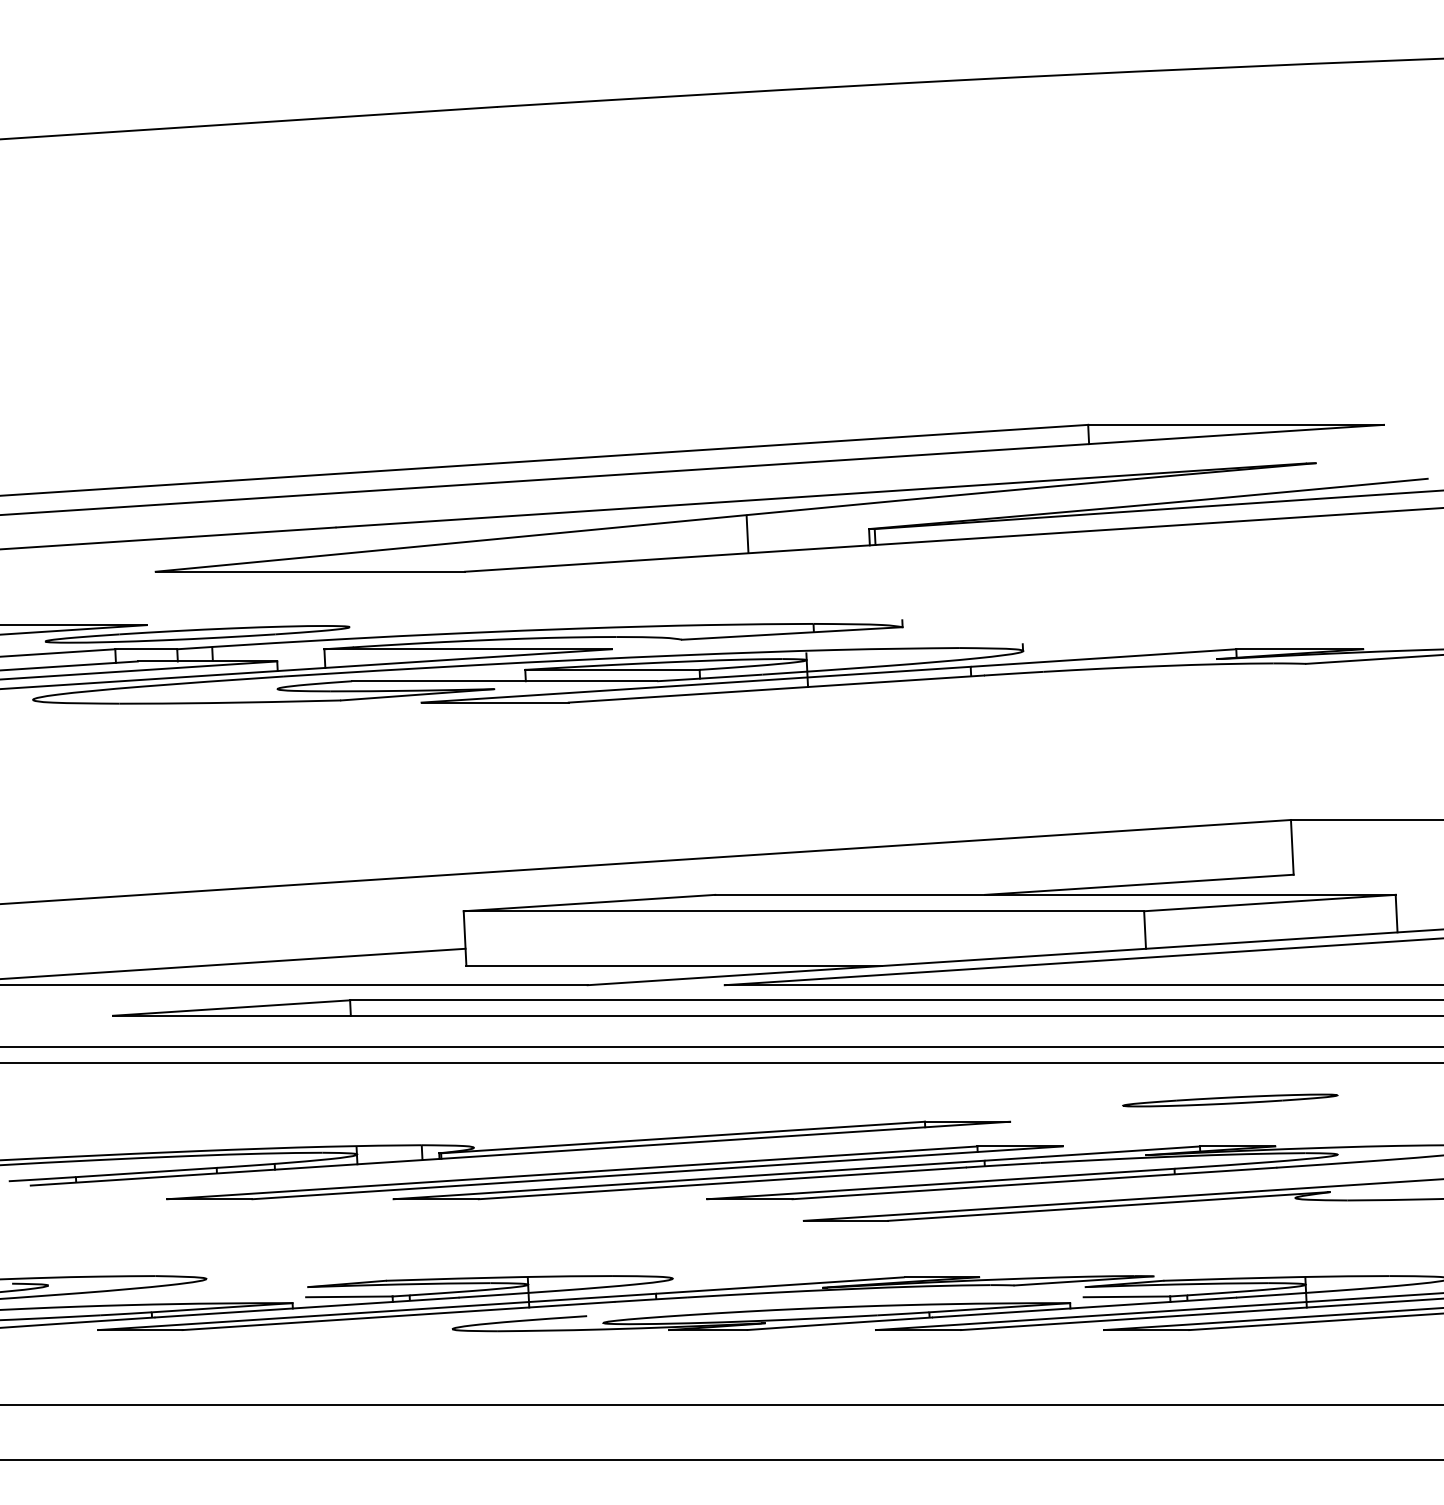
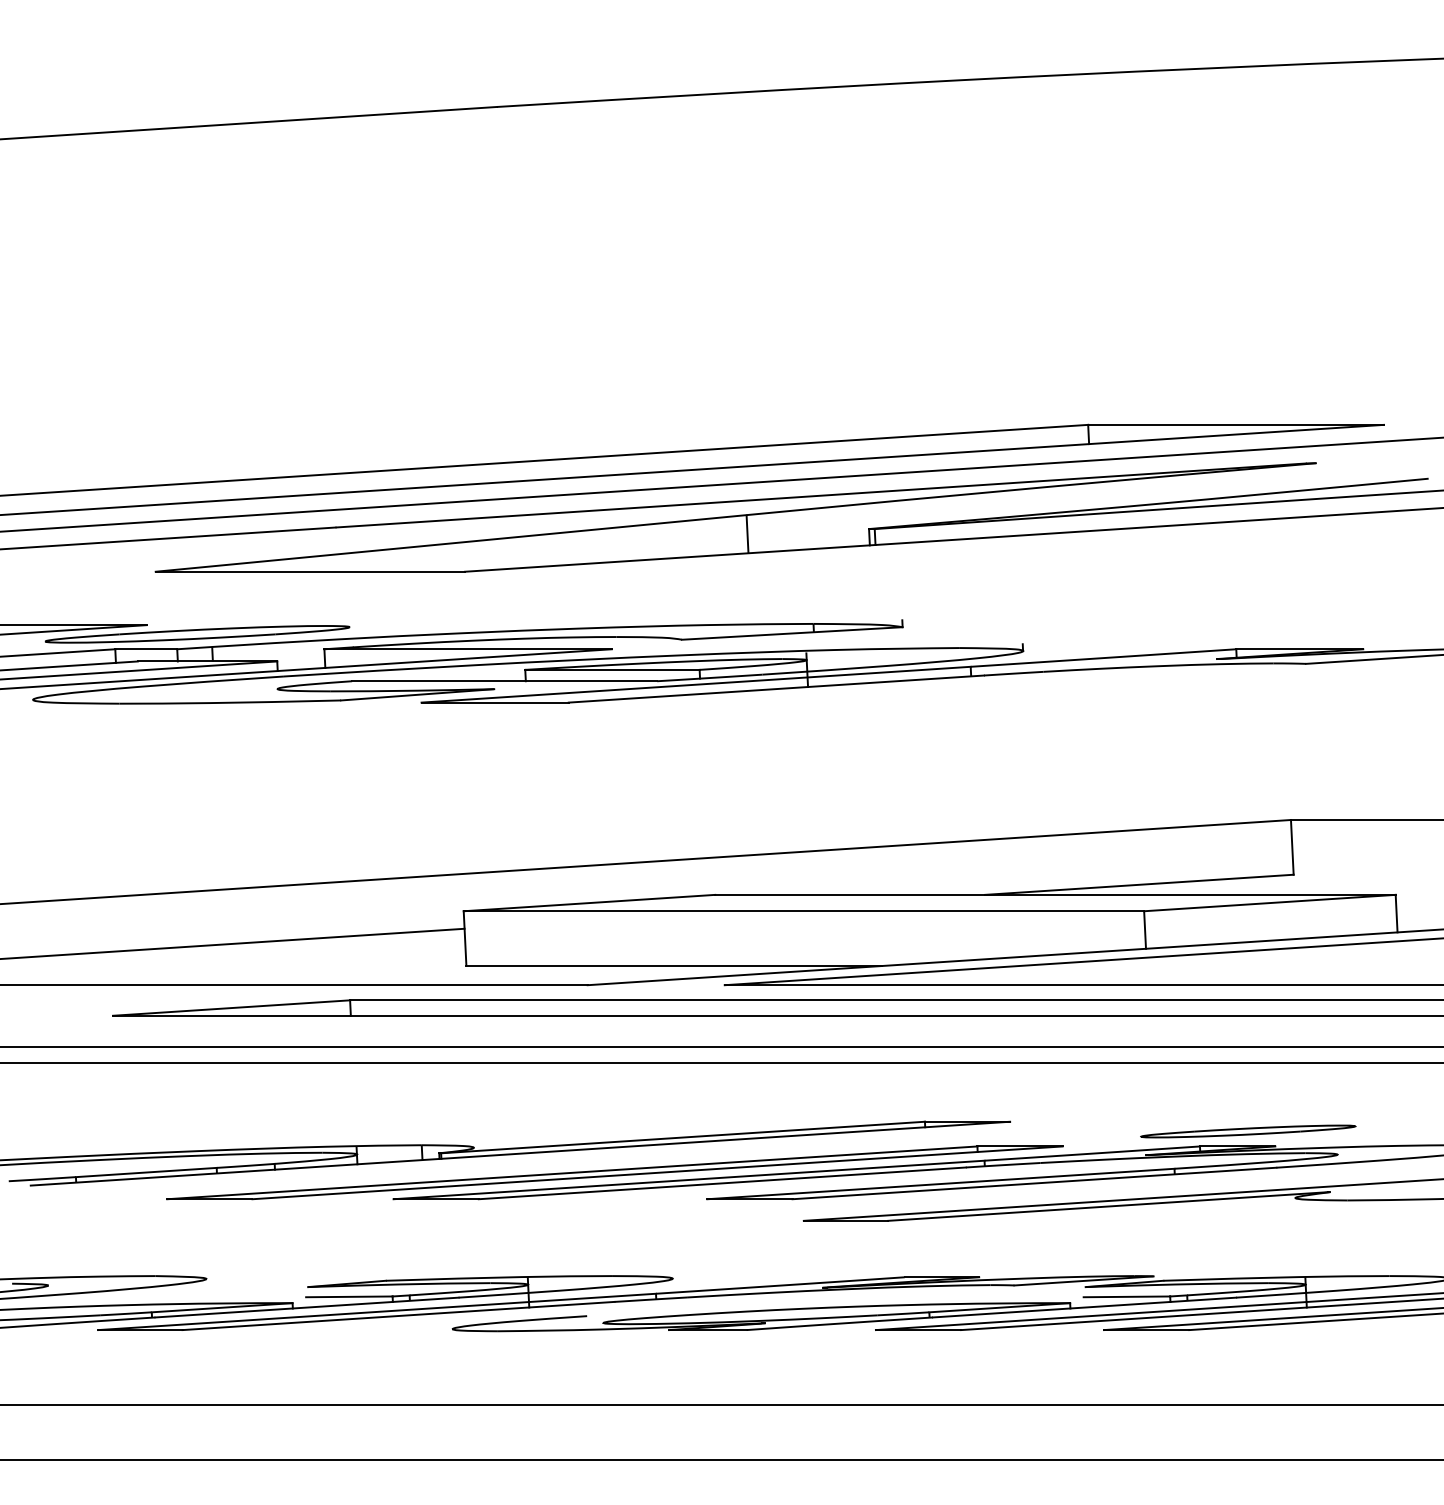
line at (721, 484): none -> present
line at (233, 963) position: (233, 963) -> (233, 943)
part at (1230, 1100) position: (1230, 1100) -> (1248, 1131)
